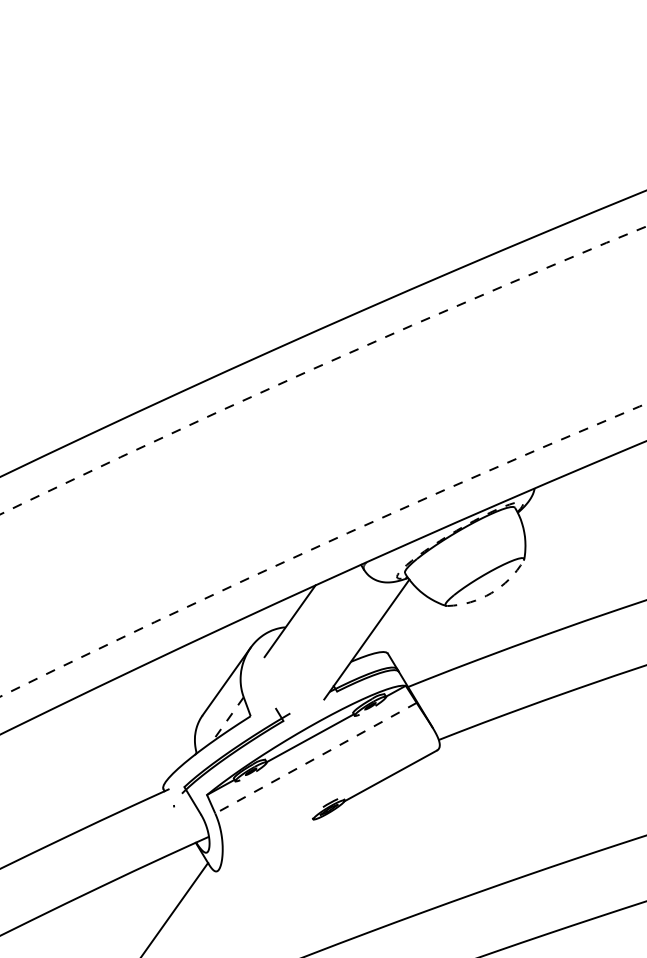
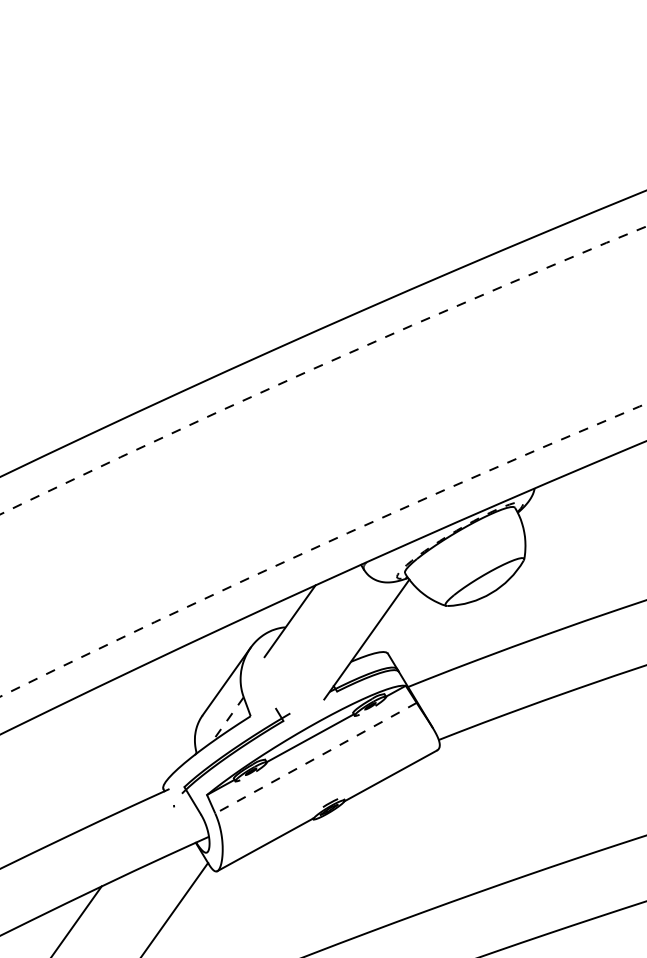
arc at (491, 593): dashed -> solid
line at (265, 844): none -> present
line at (77, 920): none -> present
